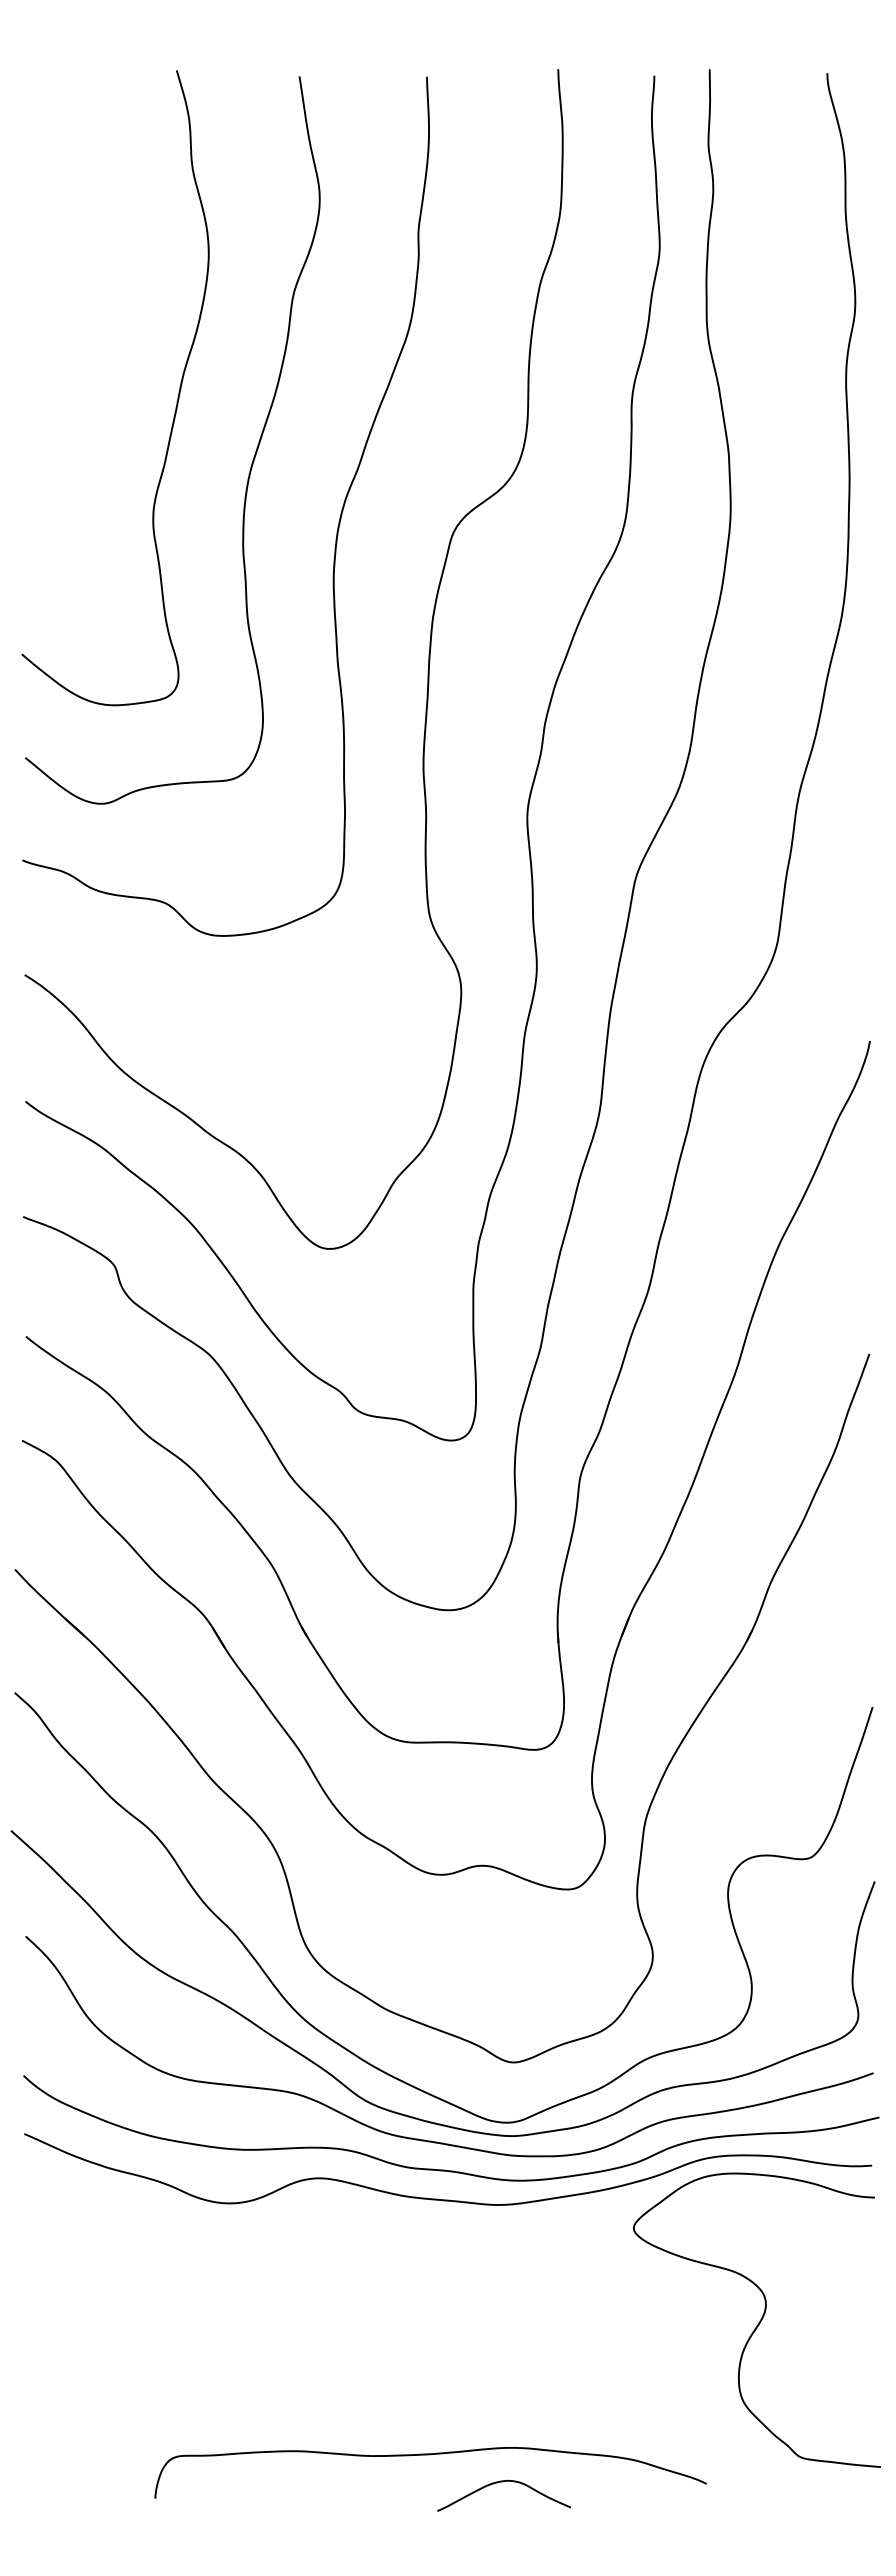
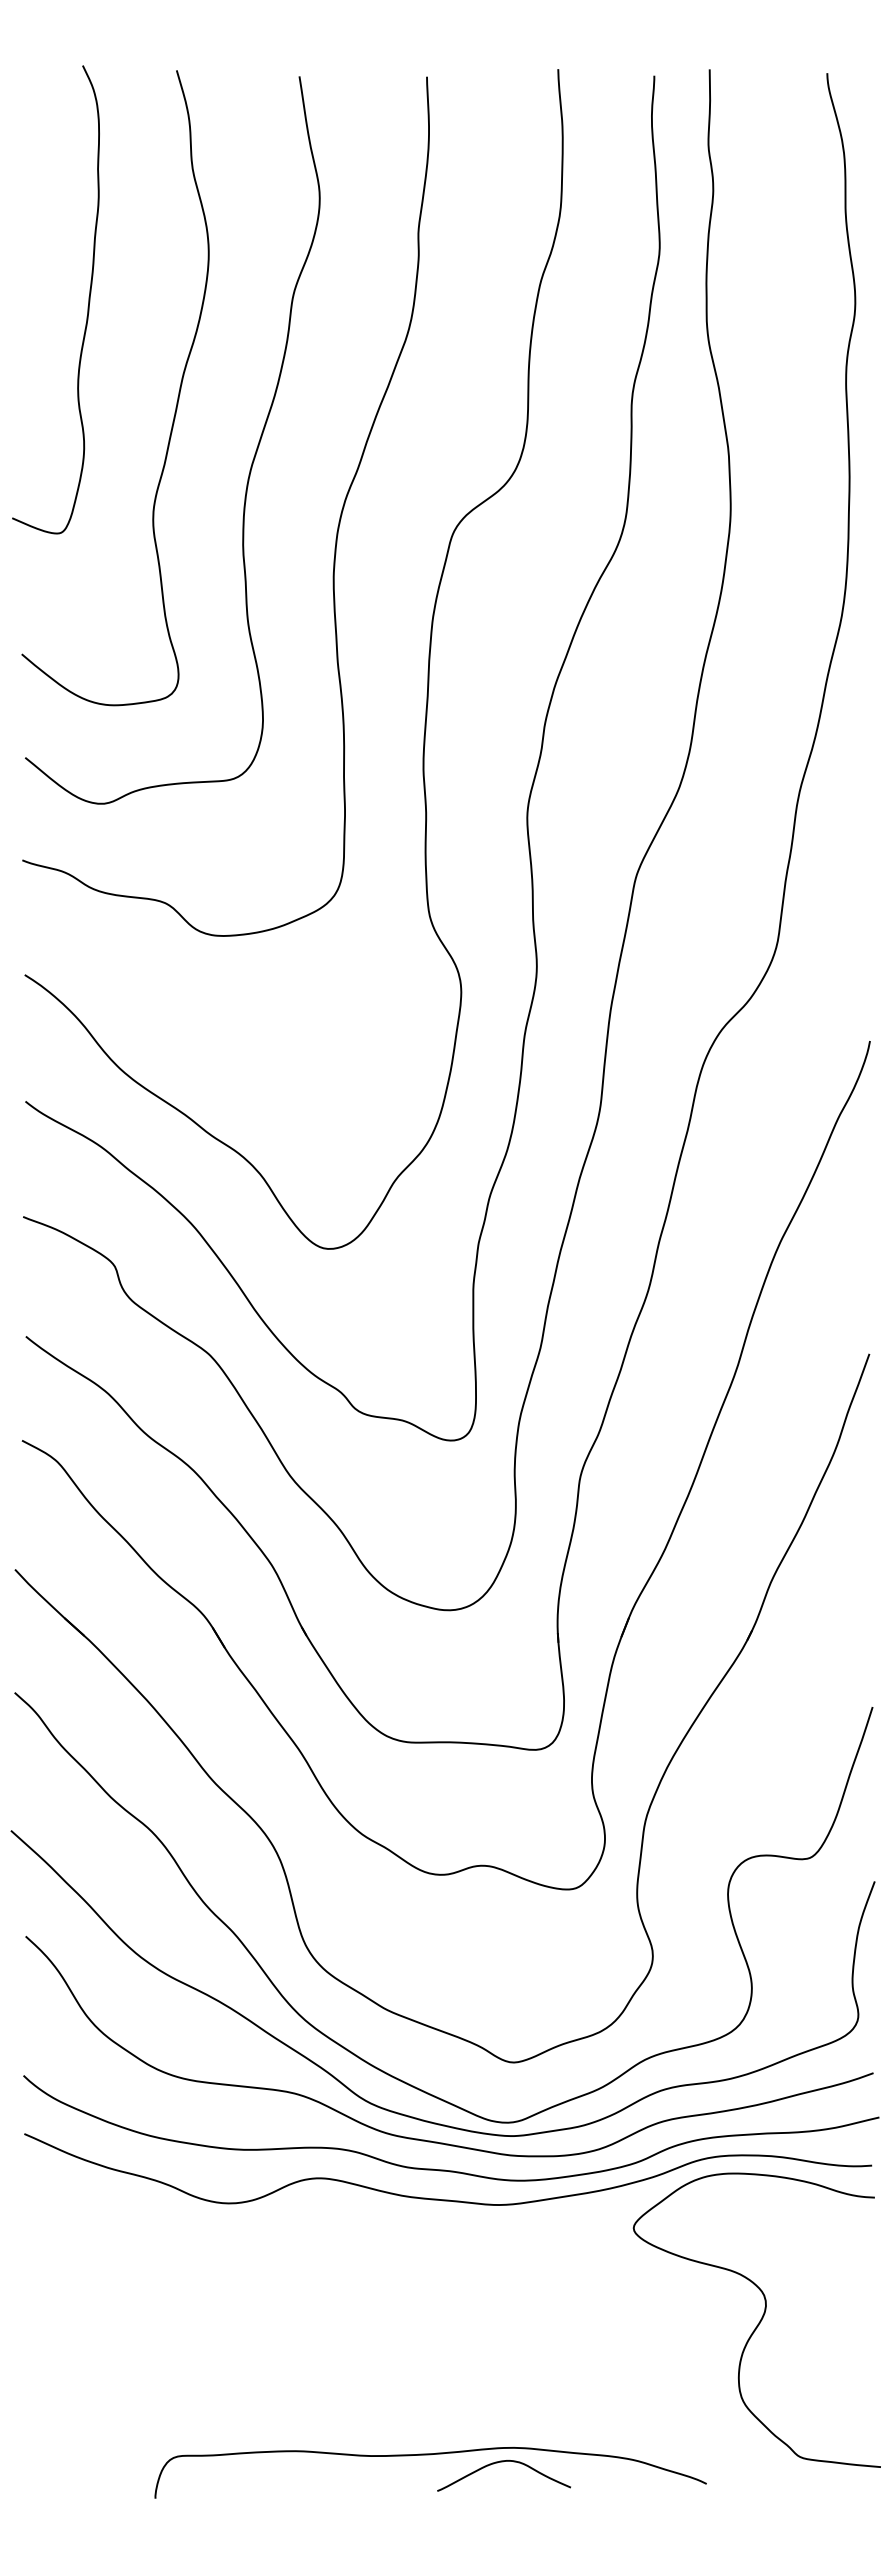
curve at (87, 306): none -> present
curve at (503, 2482) position: (503, 2482) -> (503, 2462)
